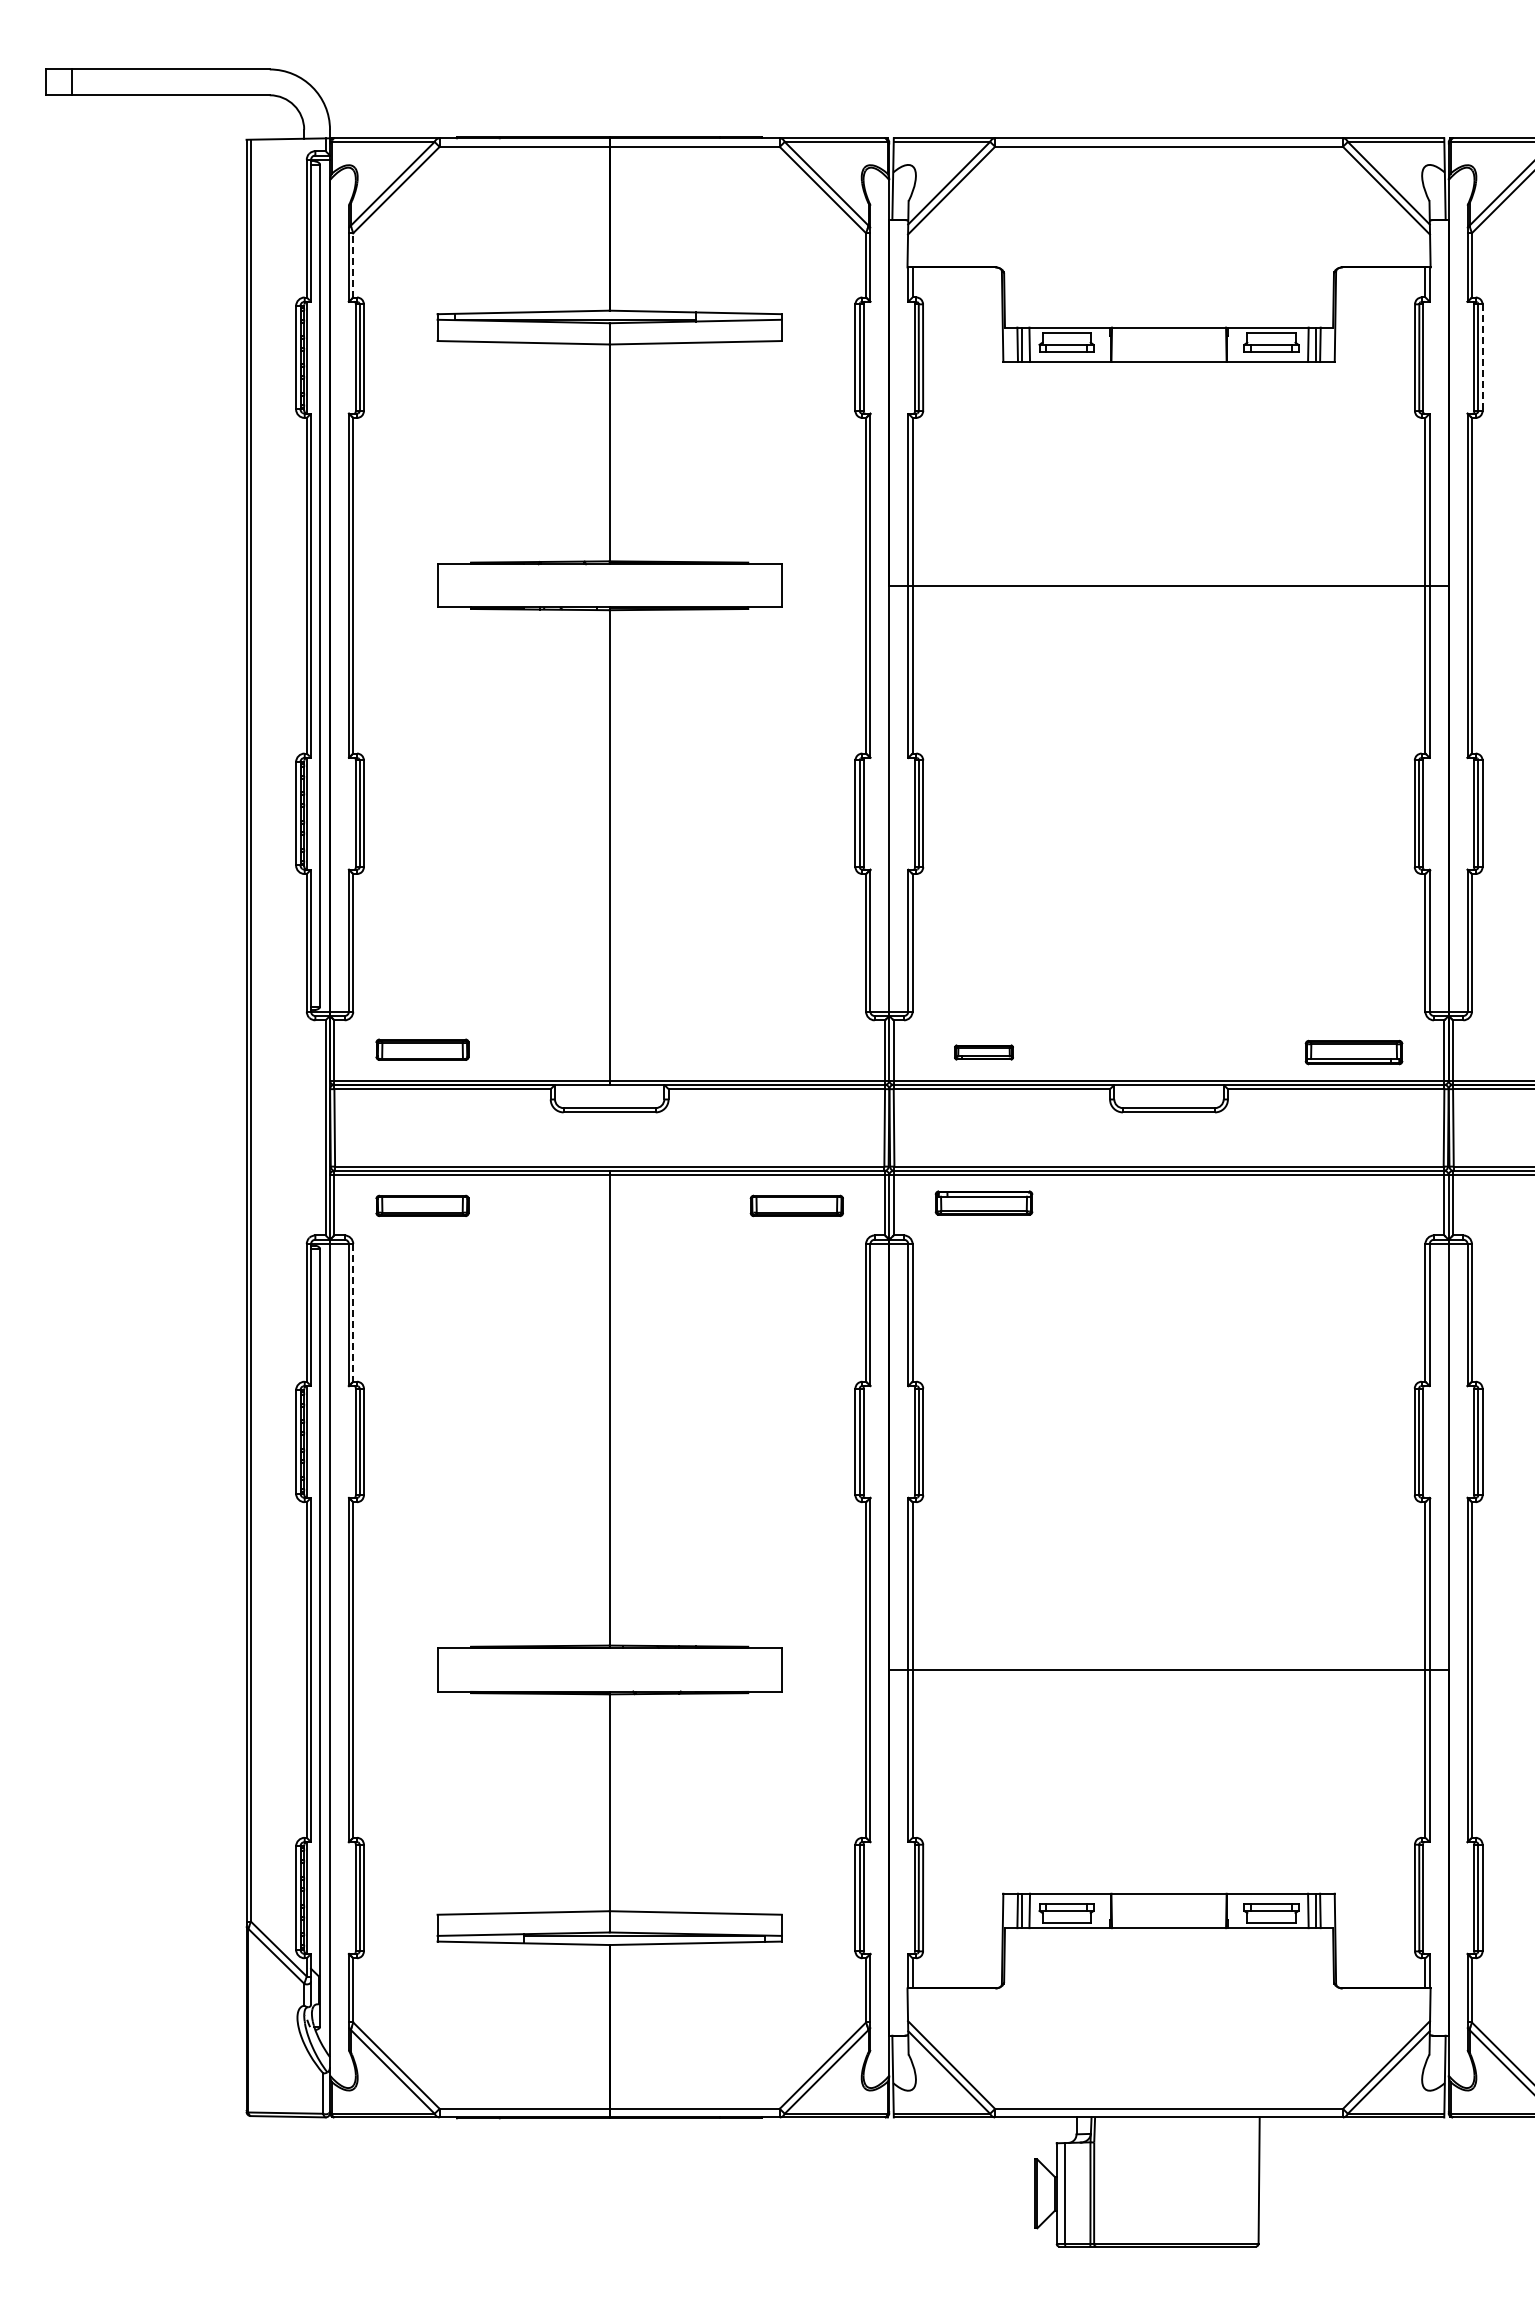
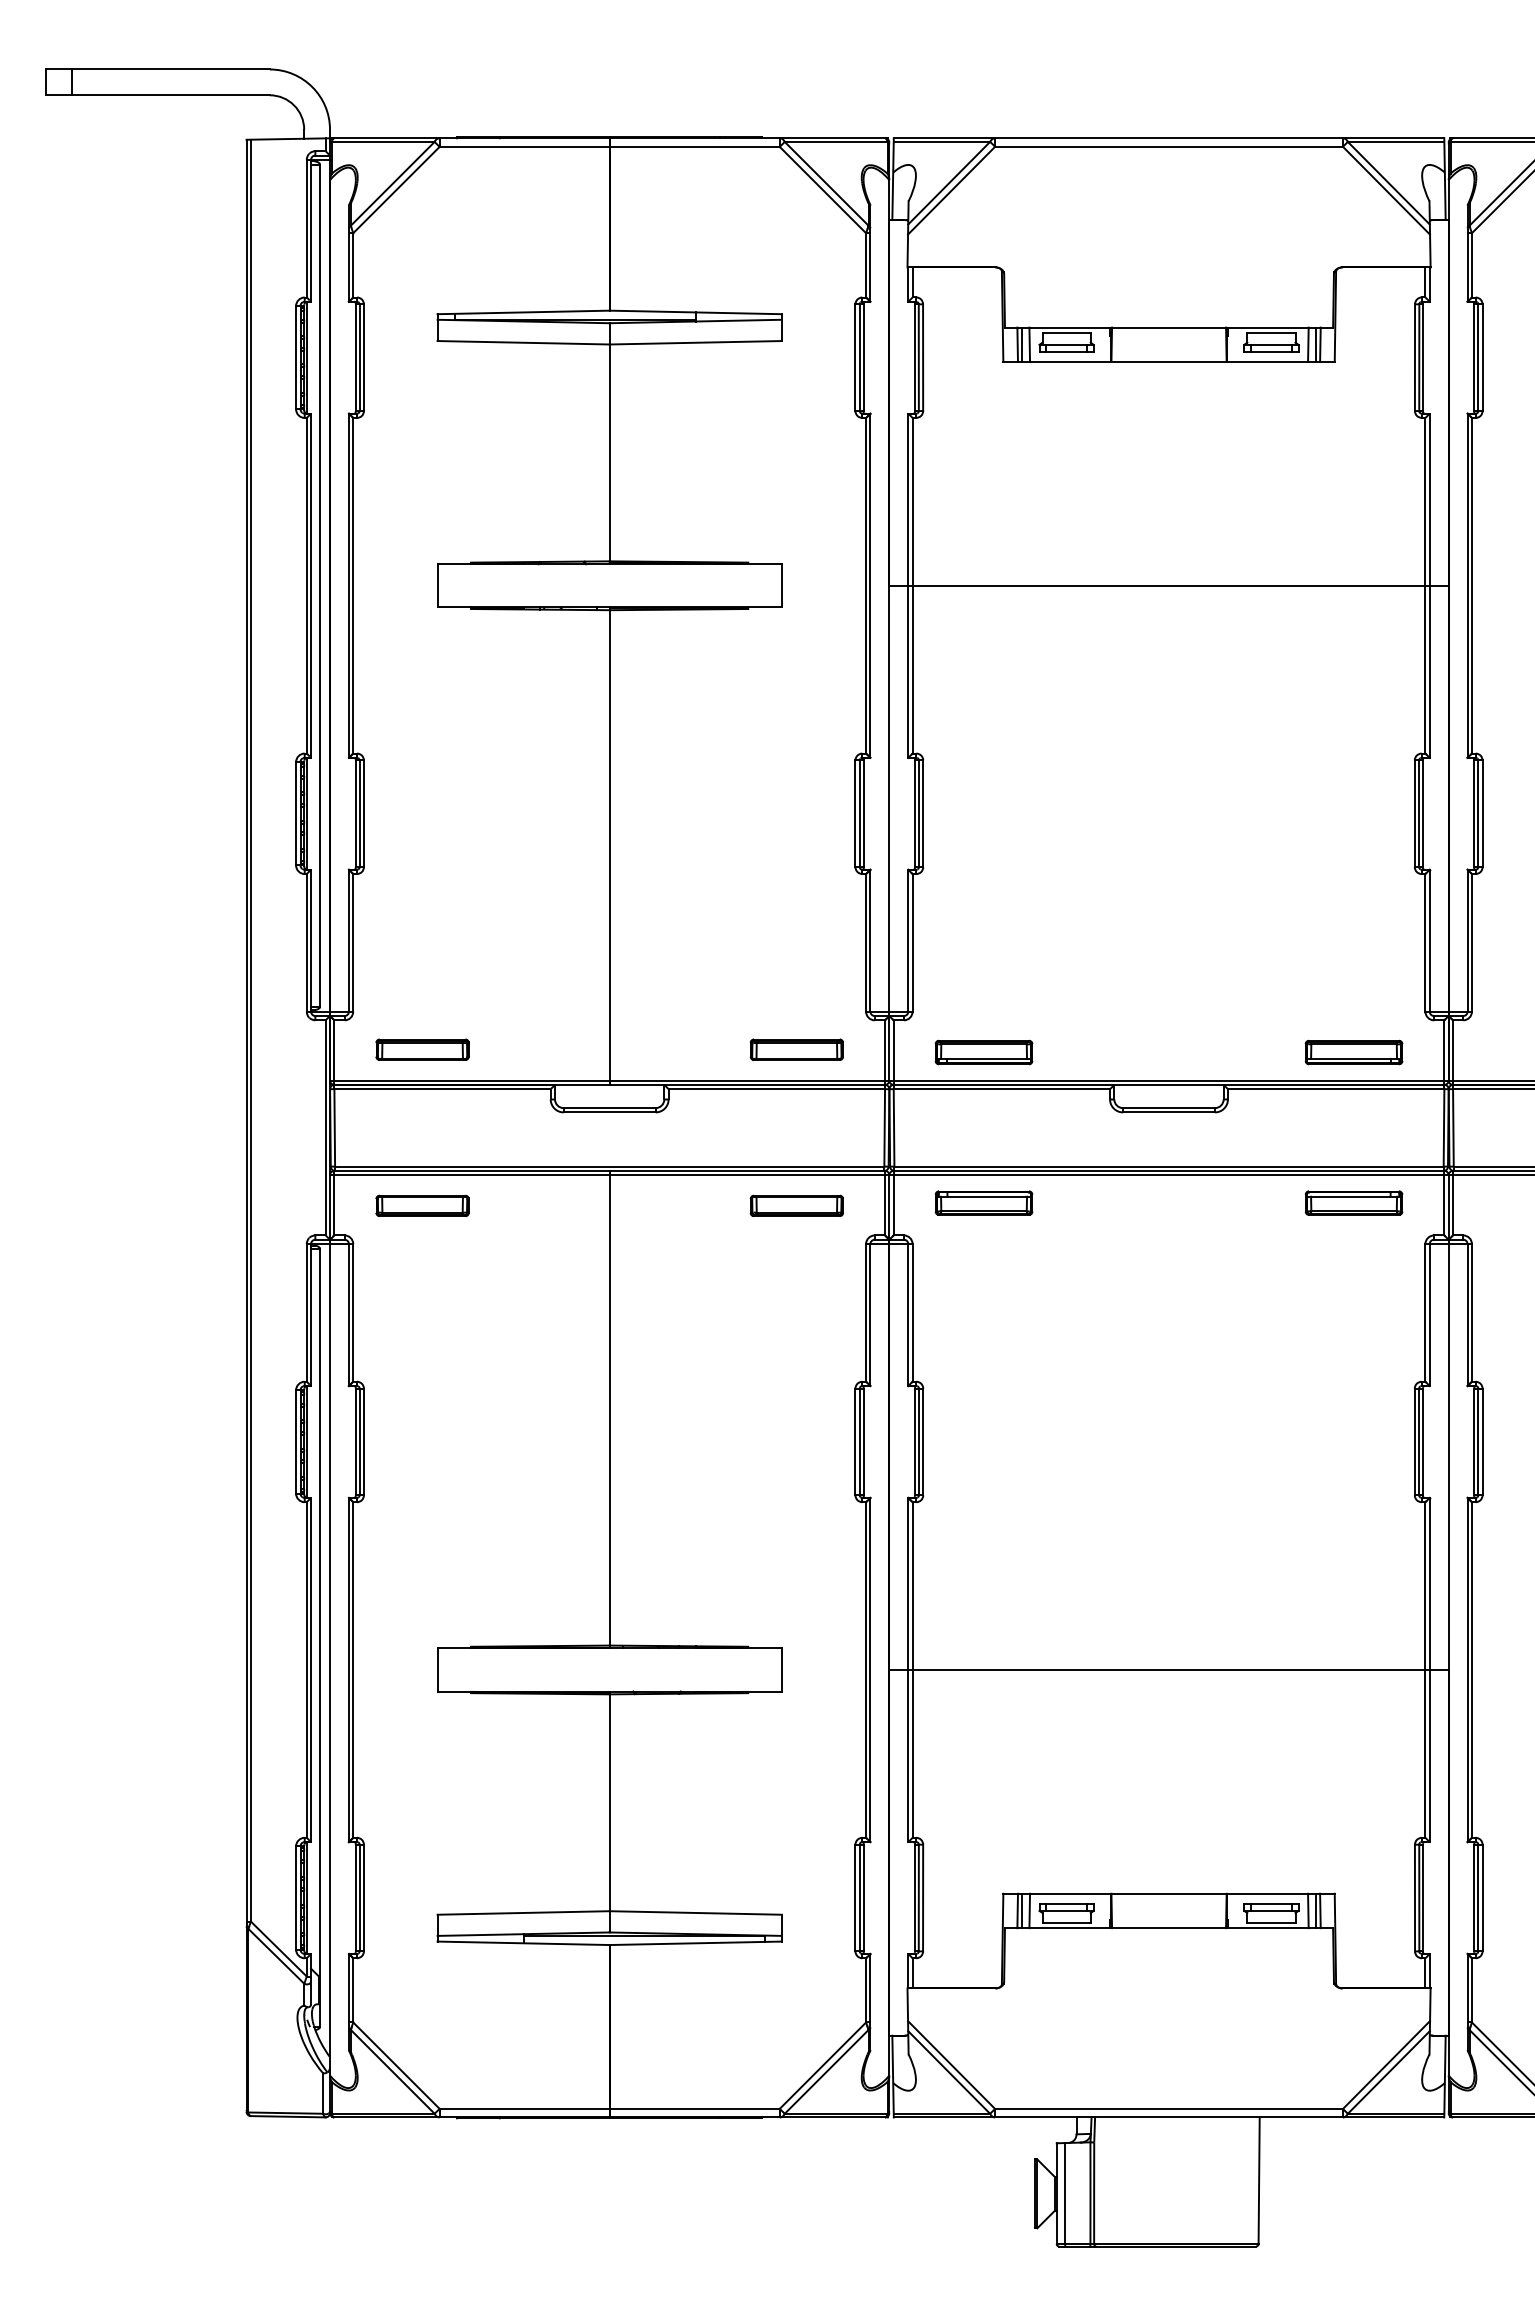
line at (353, 264): dashed -> solid
line at (1482, 358): dashed -> solid
part at (796, 1049): none -> present
part at (983, 1052) size: 60x17 px -> 100x27 px
part at (1353, 1202): none -> present
line at (353, 1312): dashed -> solid
